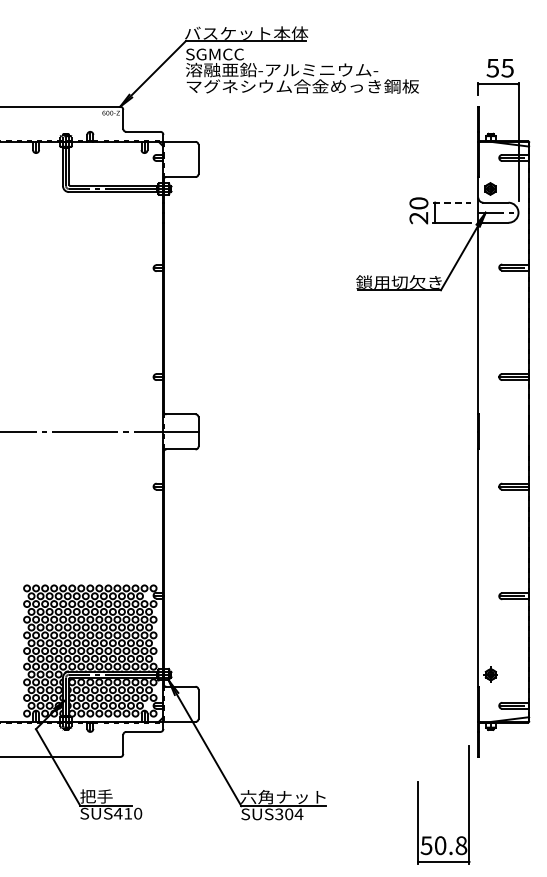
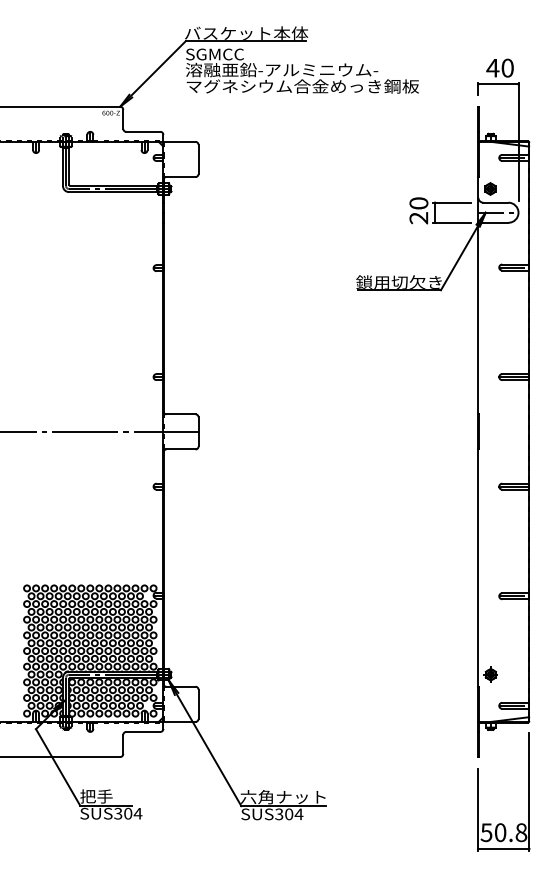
text at (499, 67): 55 -> 40
line at (452, 202): dashed -> solid
part at (418, 804) position: (418, 804) -> (478, 791)
text at (127, 813): SUS410 -> SUS304
